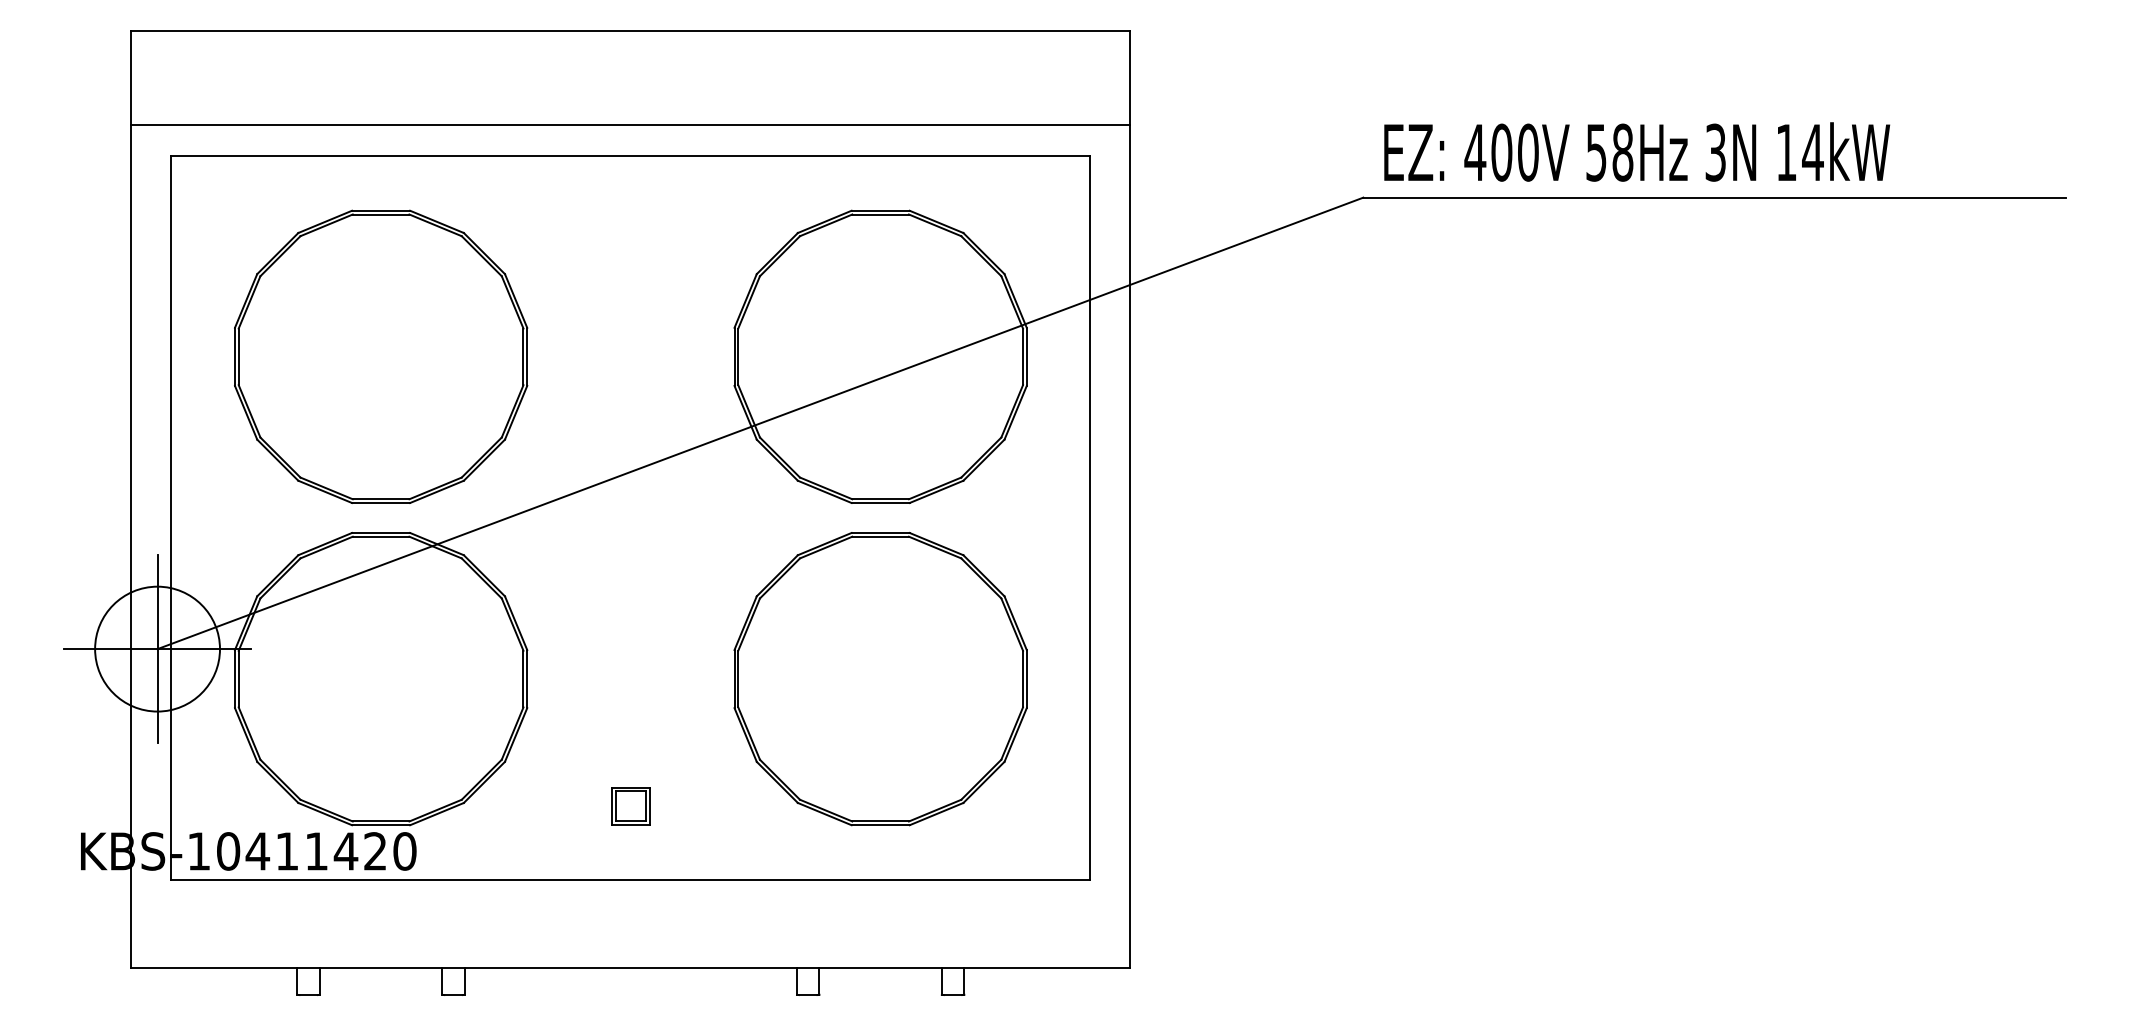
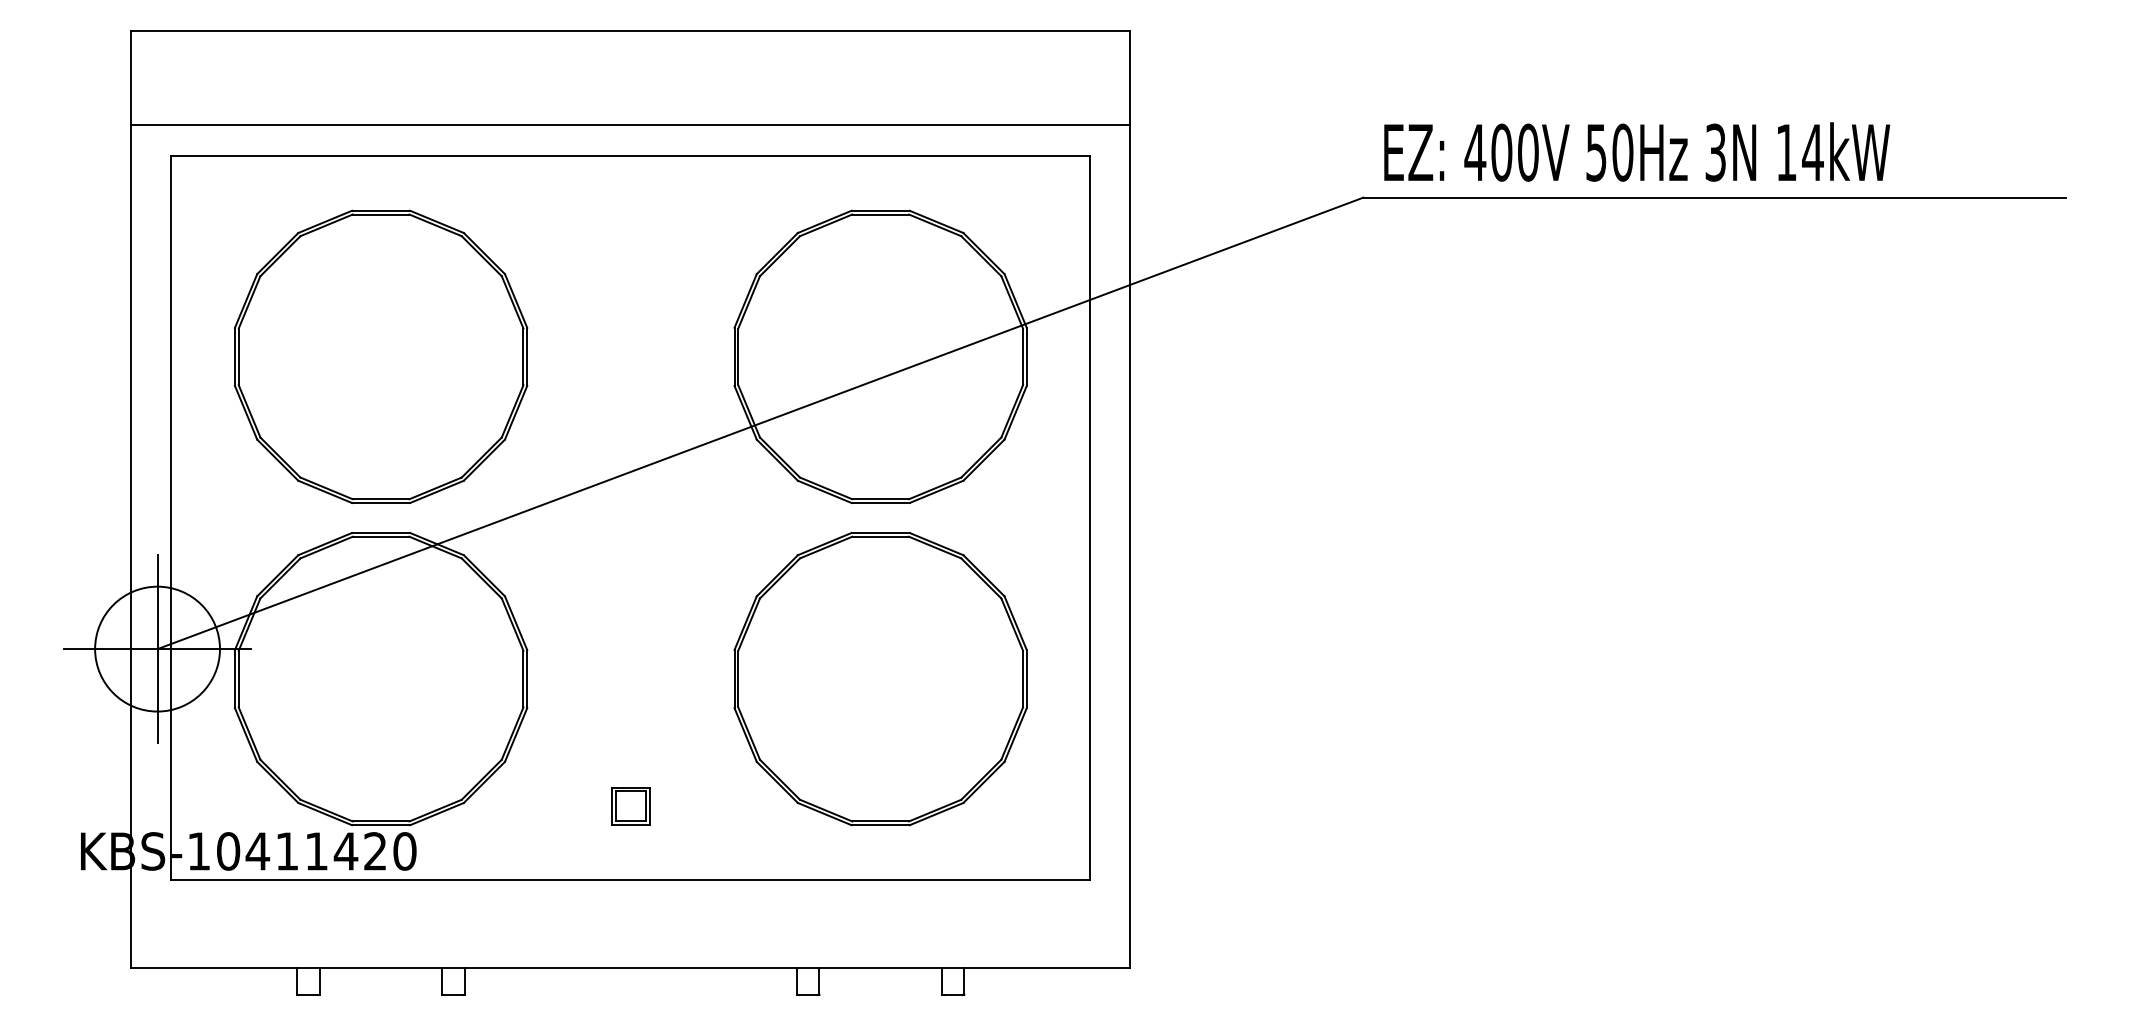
text at (1622, 152): 58Hz -> 50Hz
